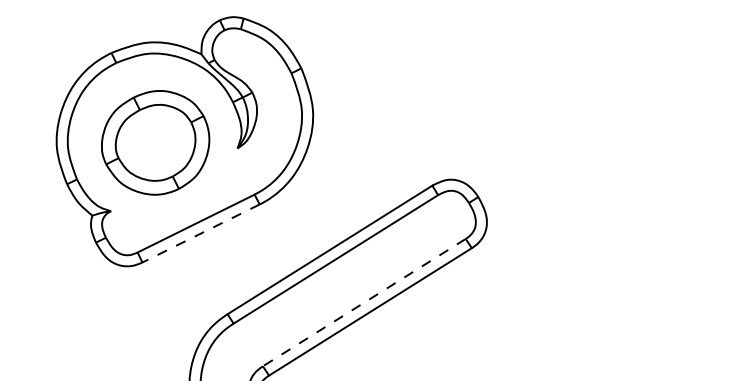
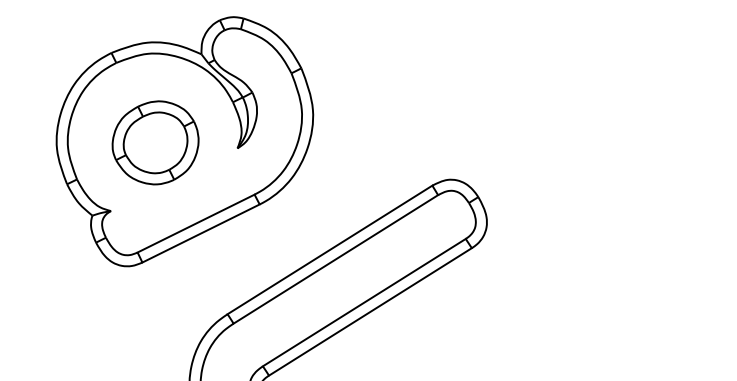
part at (155, 142) size: 110x106 px -> 89x86 px
line at (200, 233): dashed -> solid
line at (364, 302): dashed -> solid
